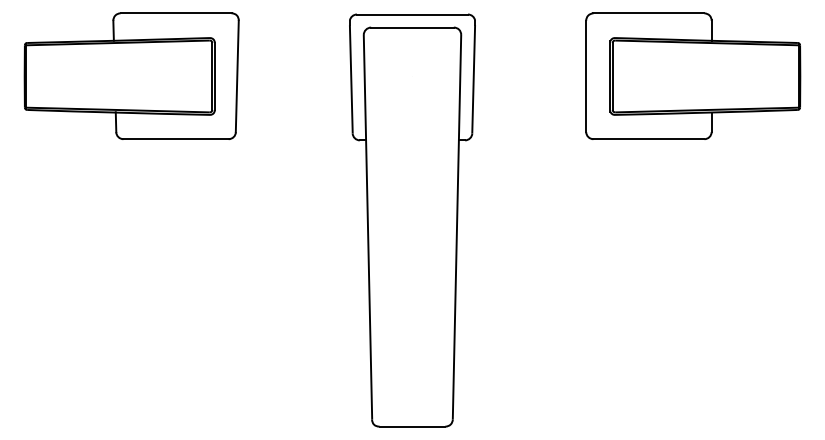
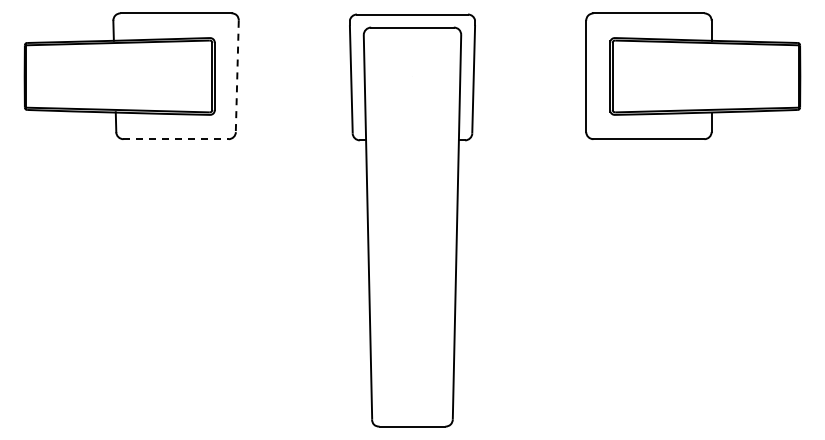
line at (237, 76): solid -> dashed
line at (176, 139): solid -> dashed
